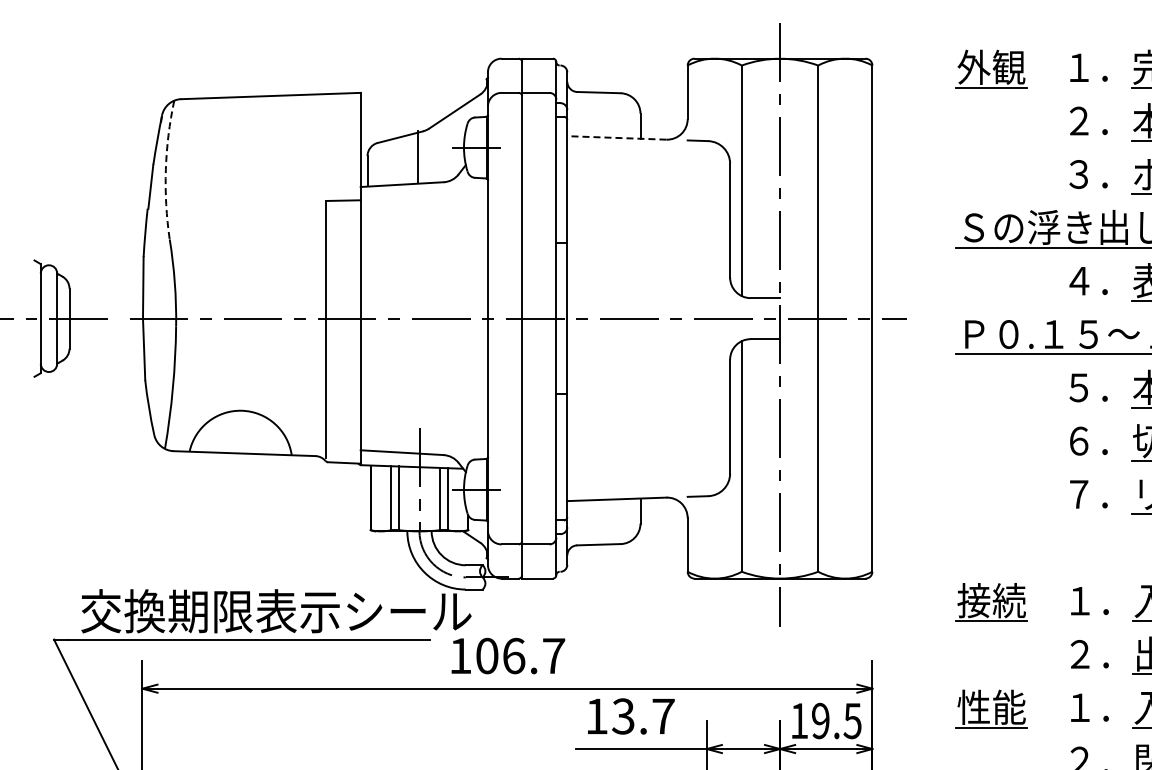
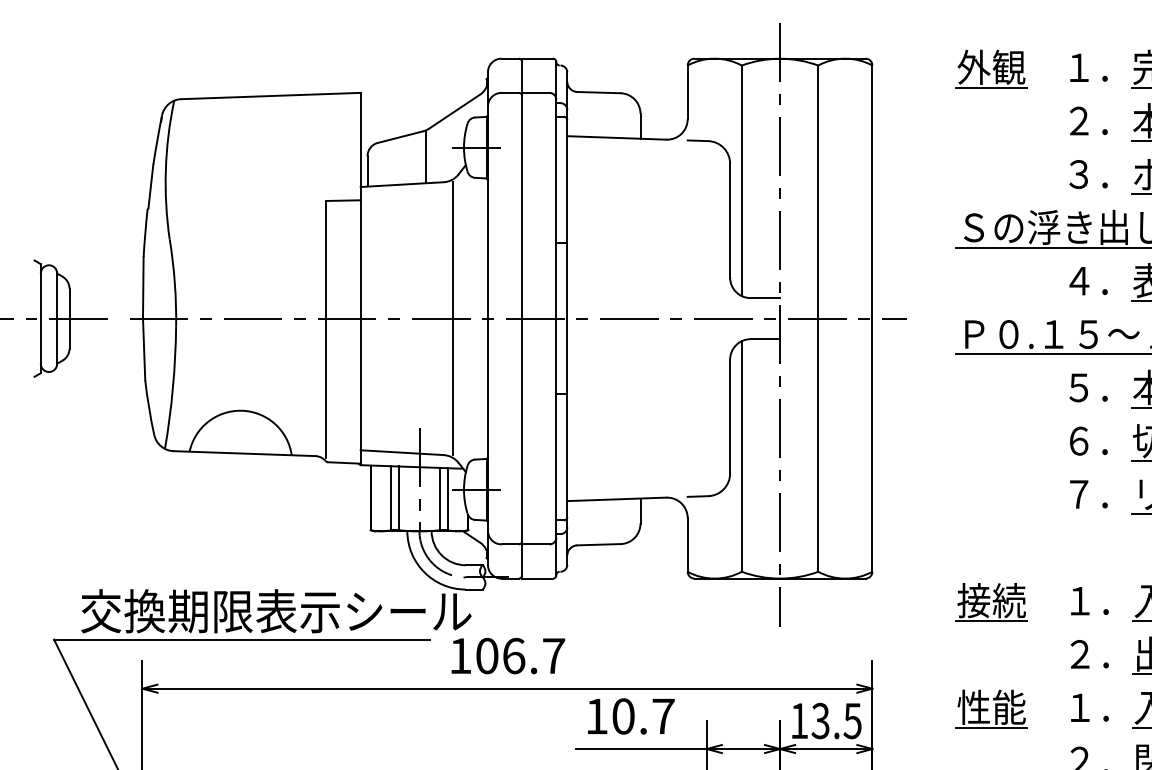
line at (616, 137): dashed -> solid
line at (418, 156) position: (418, 156) -> (426, 156)
arc at (165, 169): dashed -> solid
line at (453, 318): none -> present
text at (623, 716): 13.7 -> 10.7
text at (820, 721): 19.5 -> 13.5
